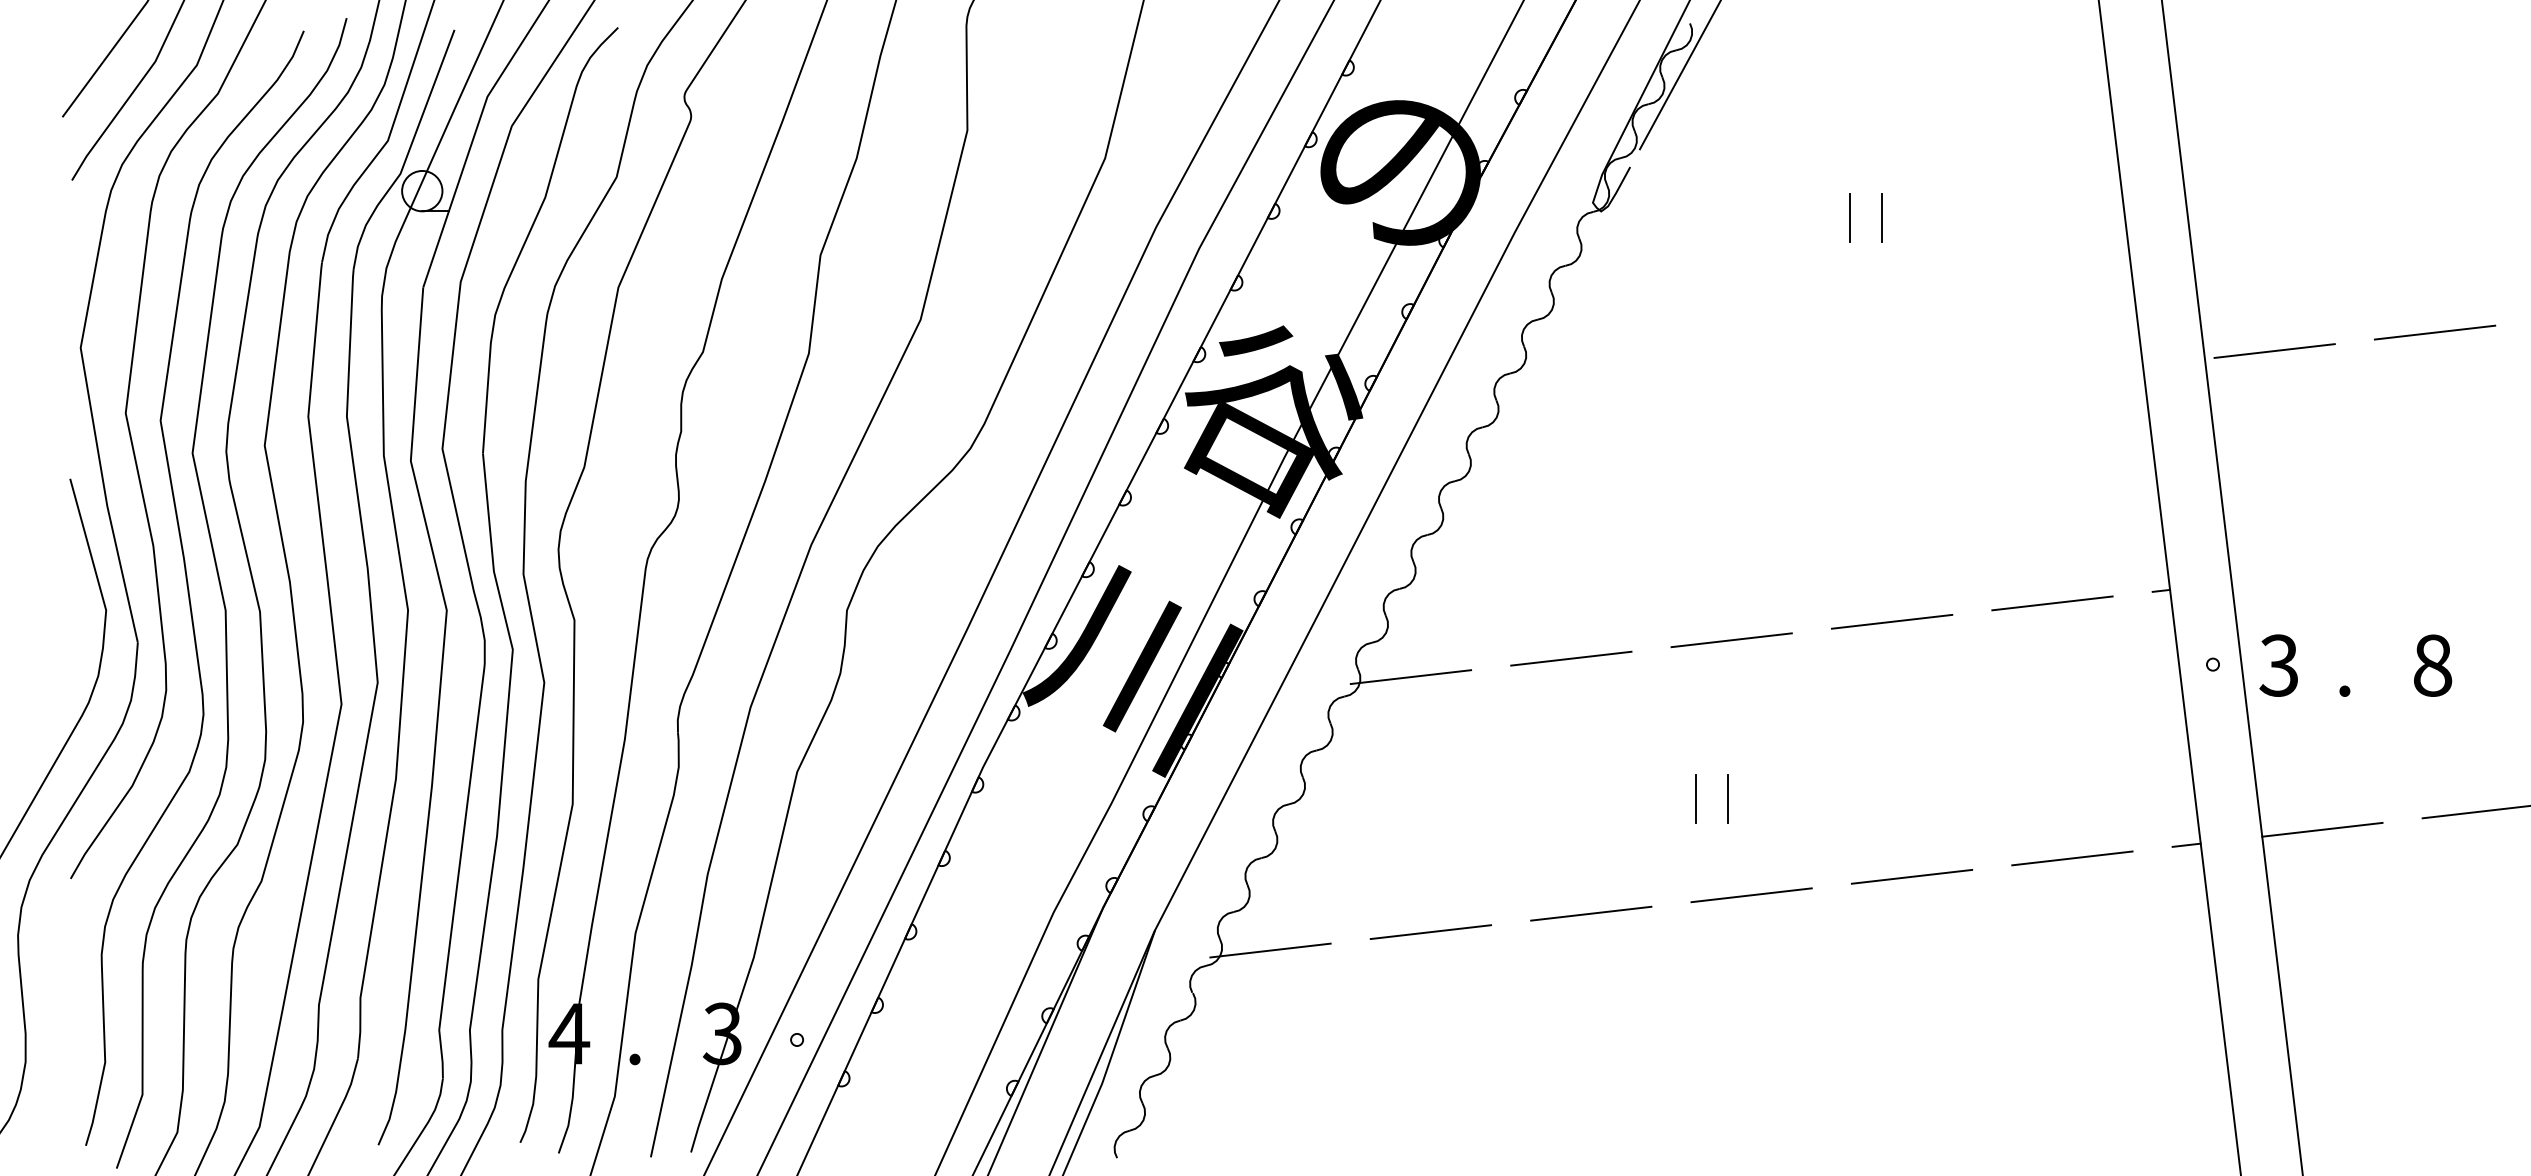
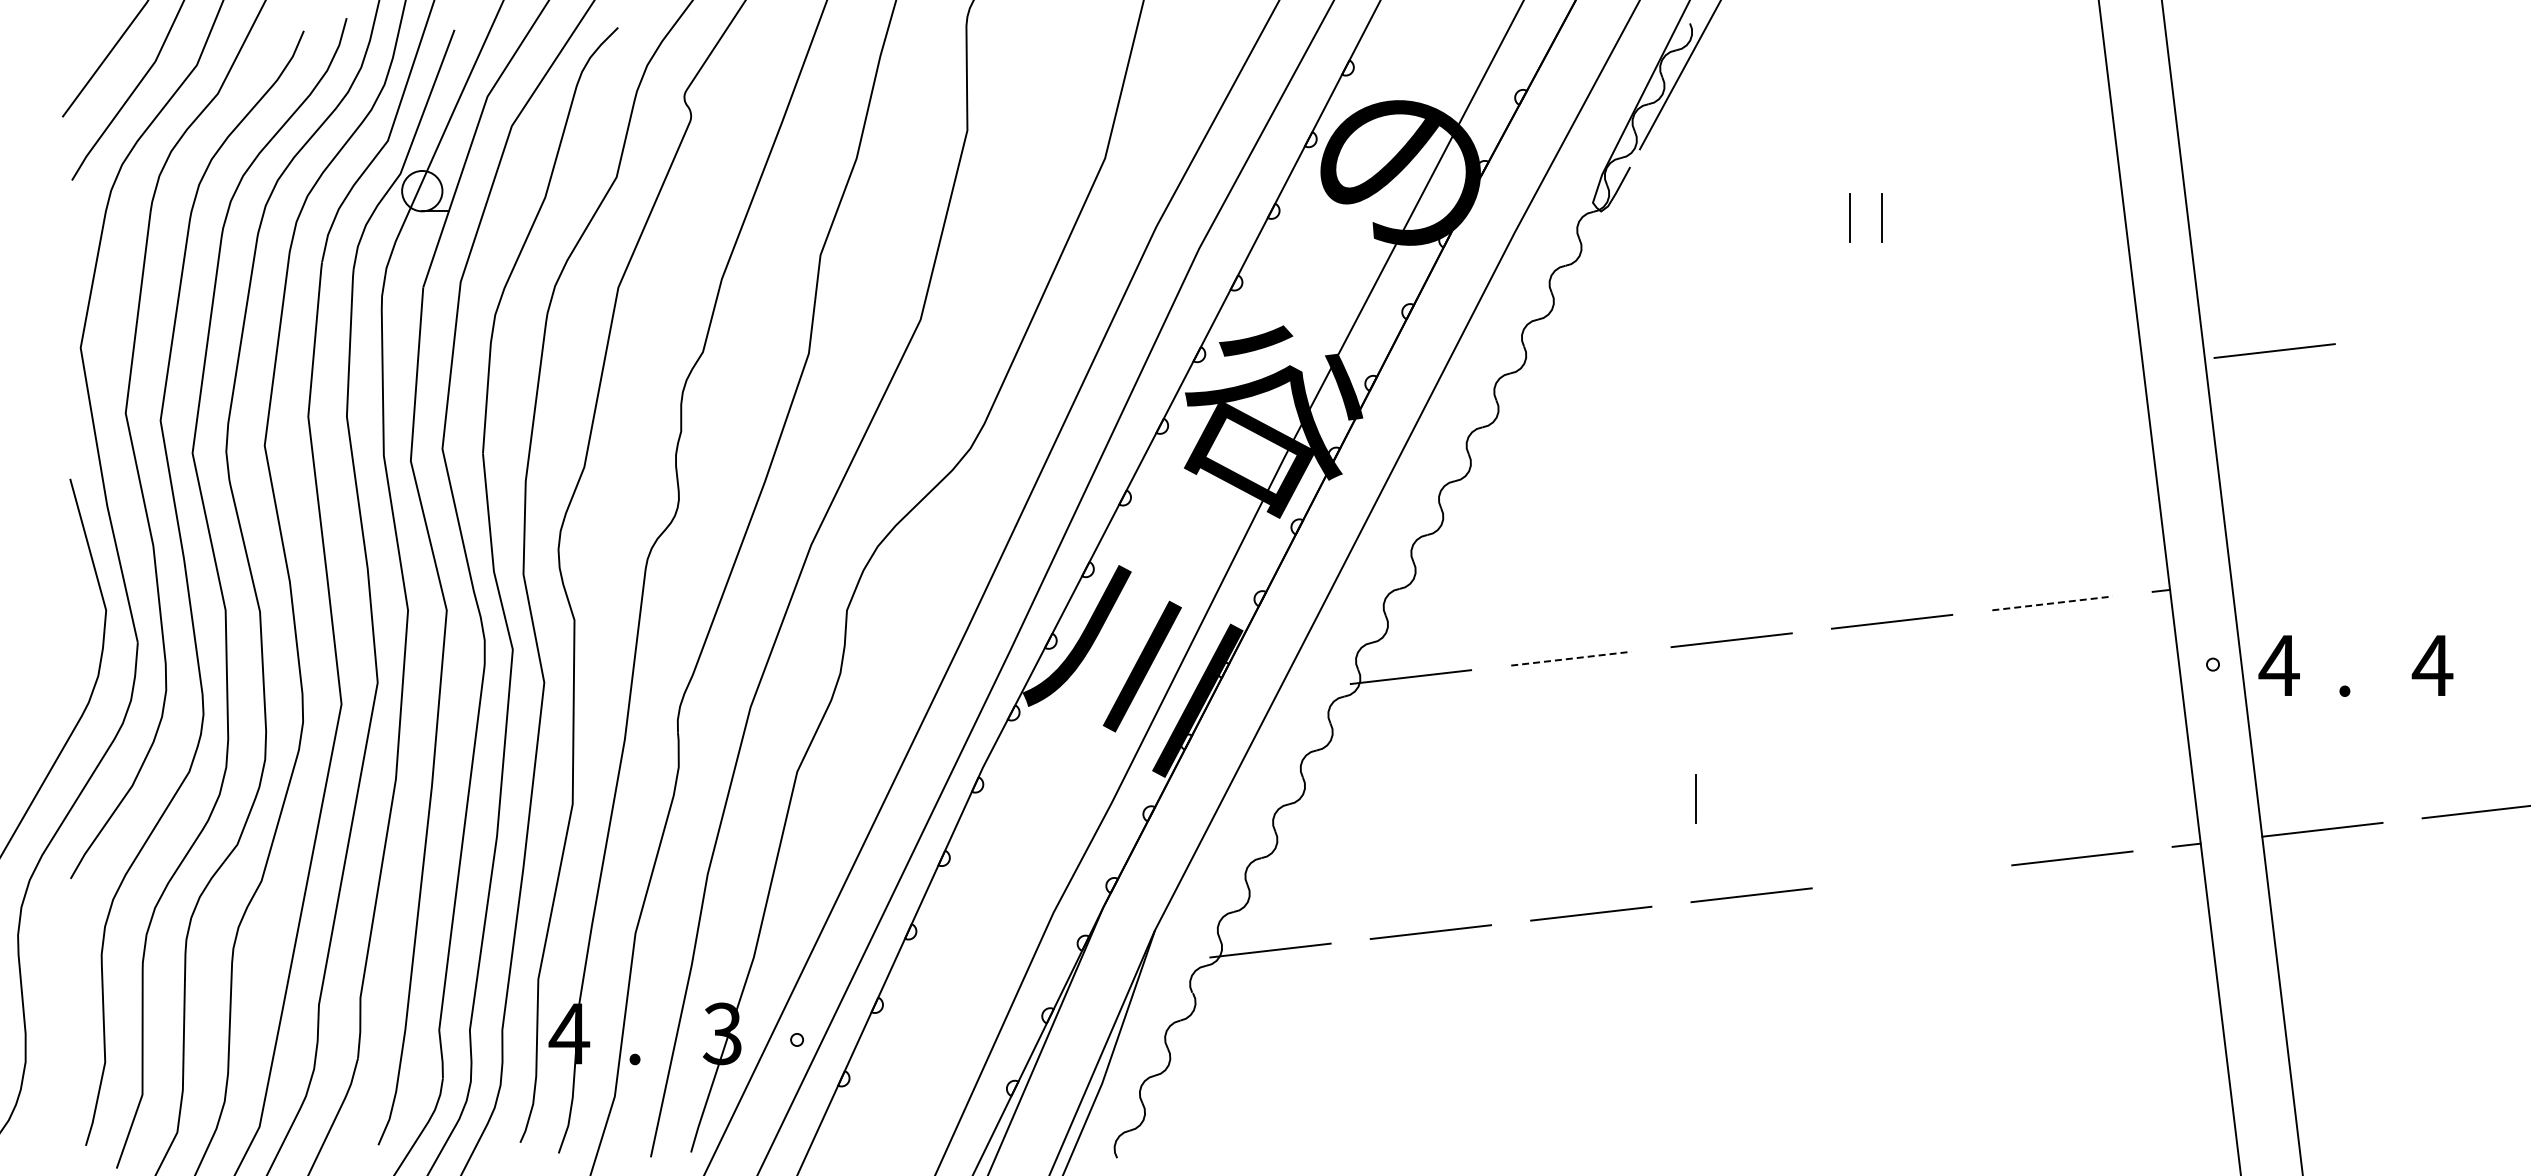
line at (2434, 332): present -> none
line at (2052, 603): solid -> dashed
line at (1571, 658): solid -> dashed
text at (2278, 665): 3 -> 4
text at (2432, 665): 8 -> 4
line at (1728, 799): present -> none
line at (1911, 876): present -> none
